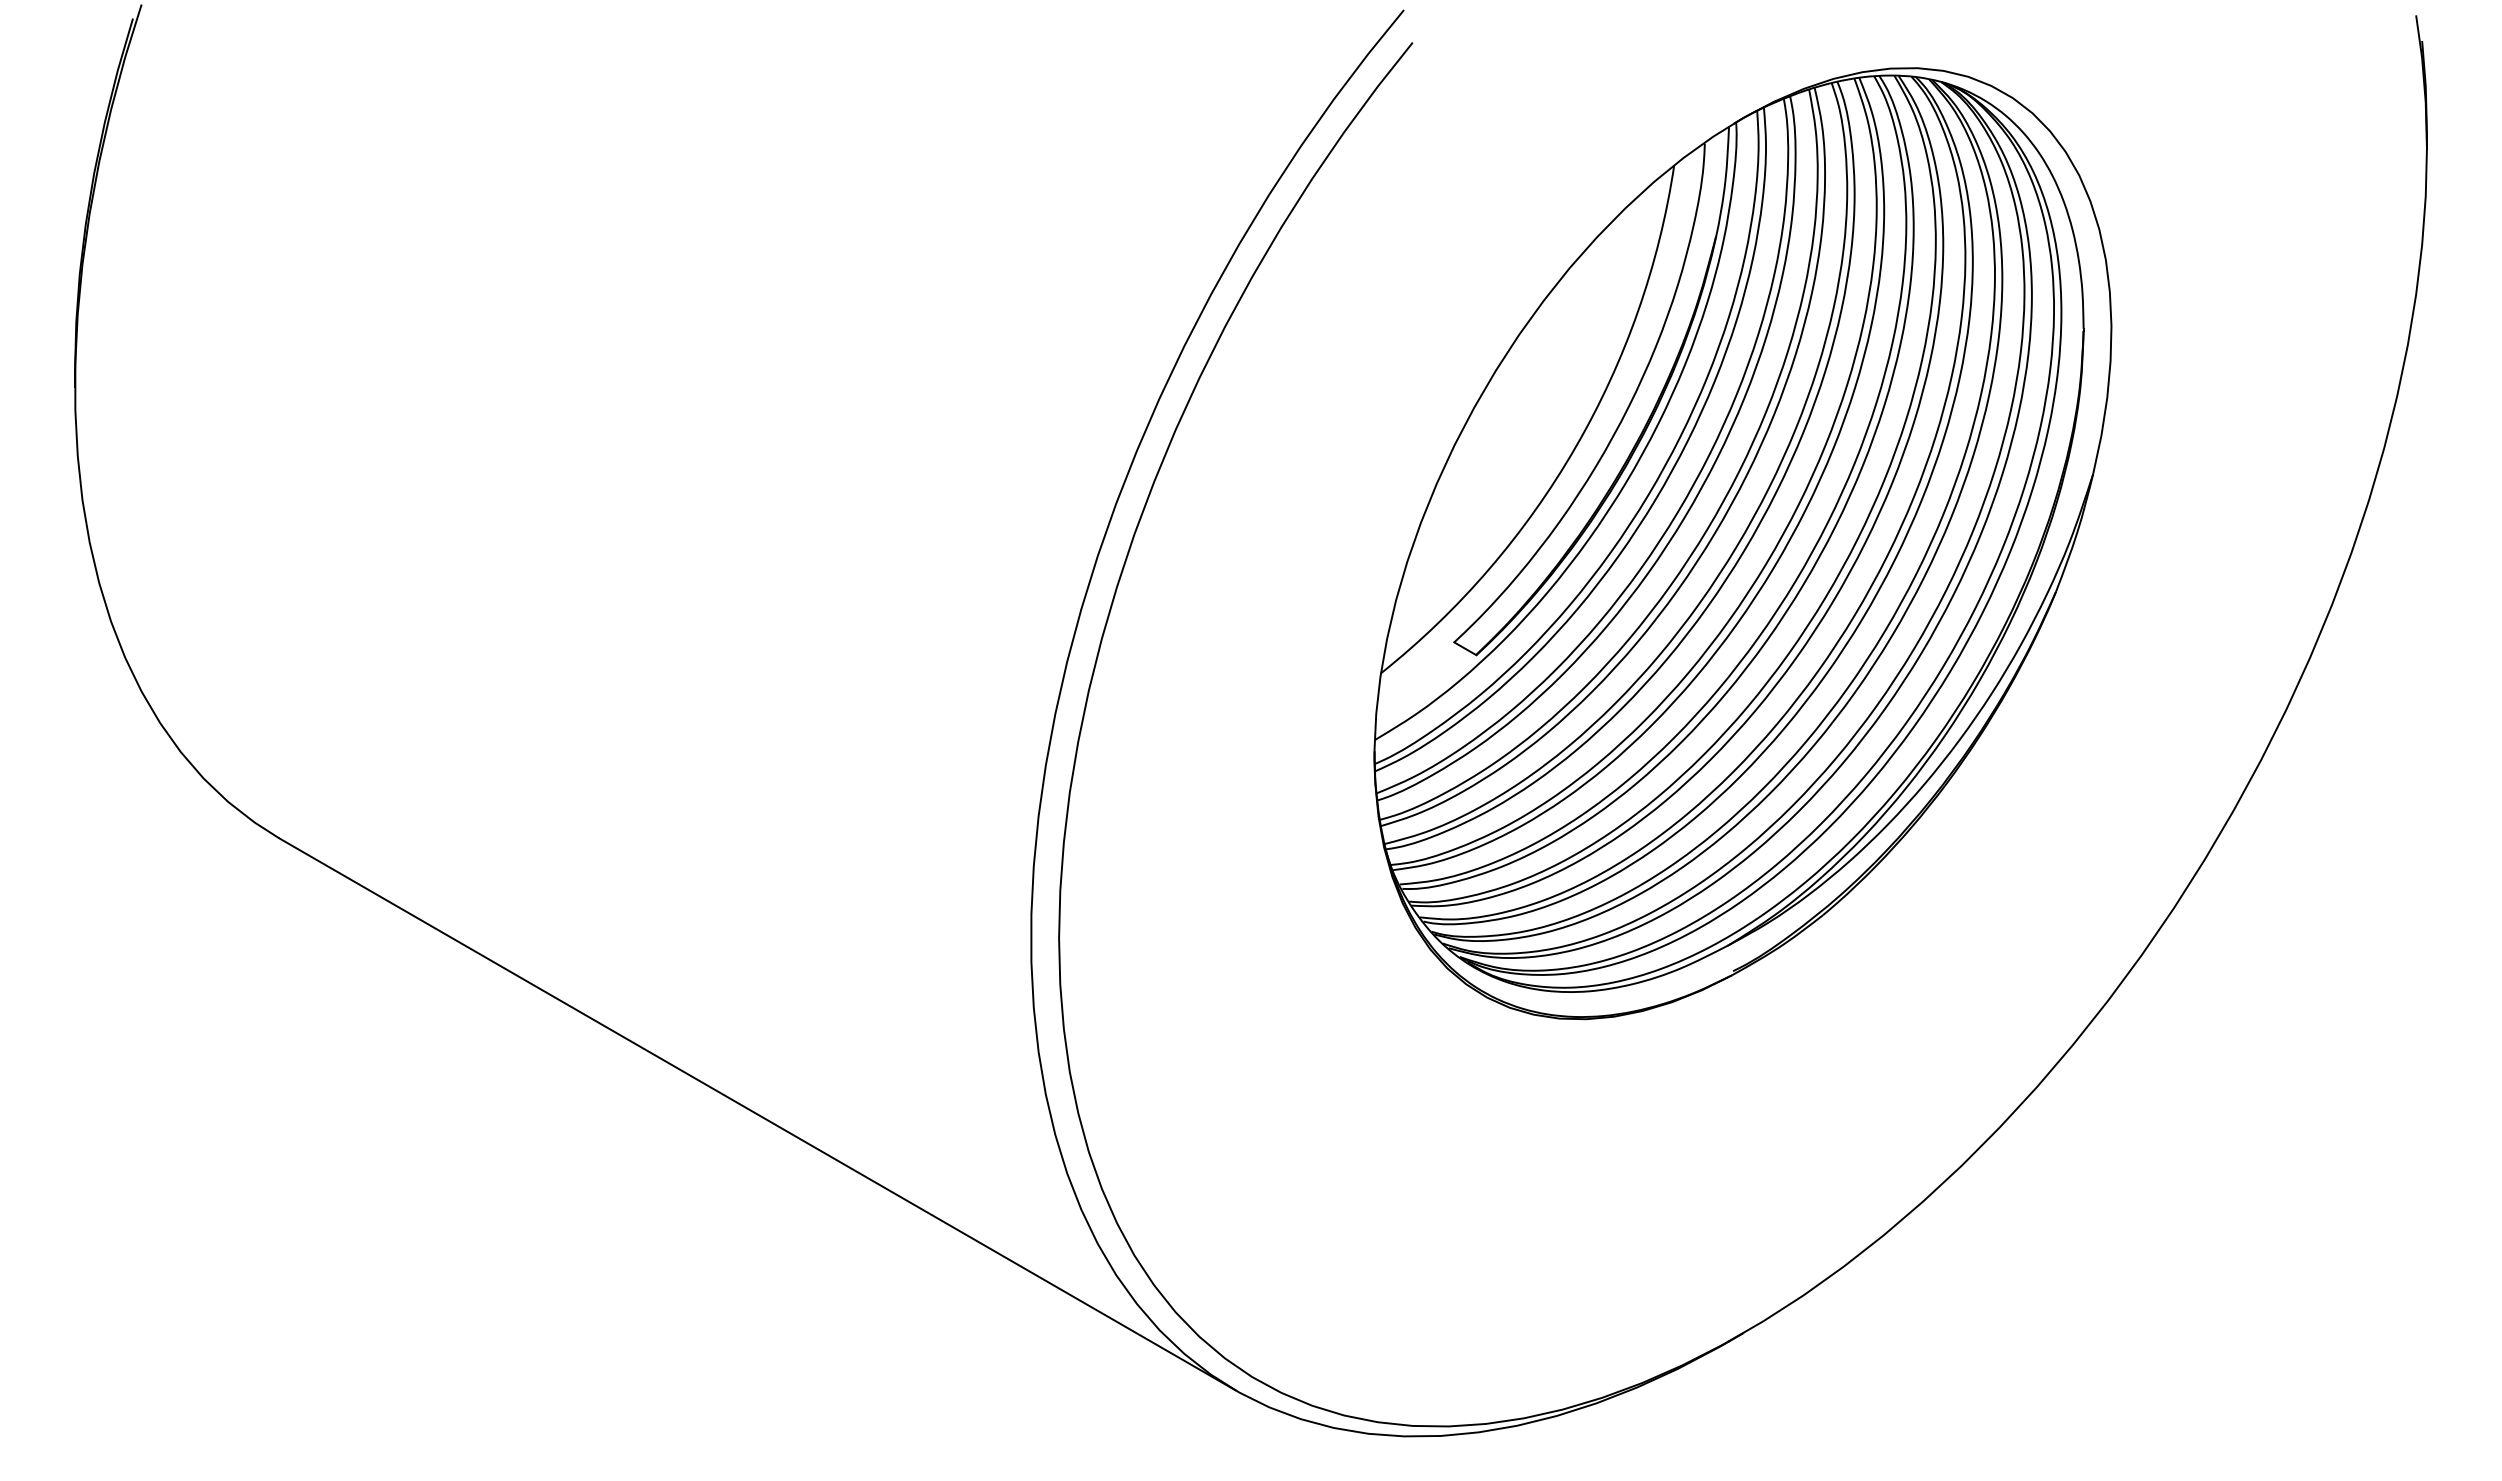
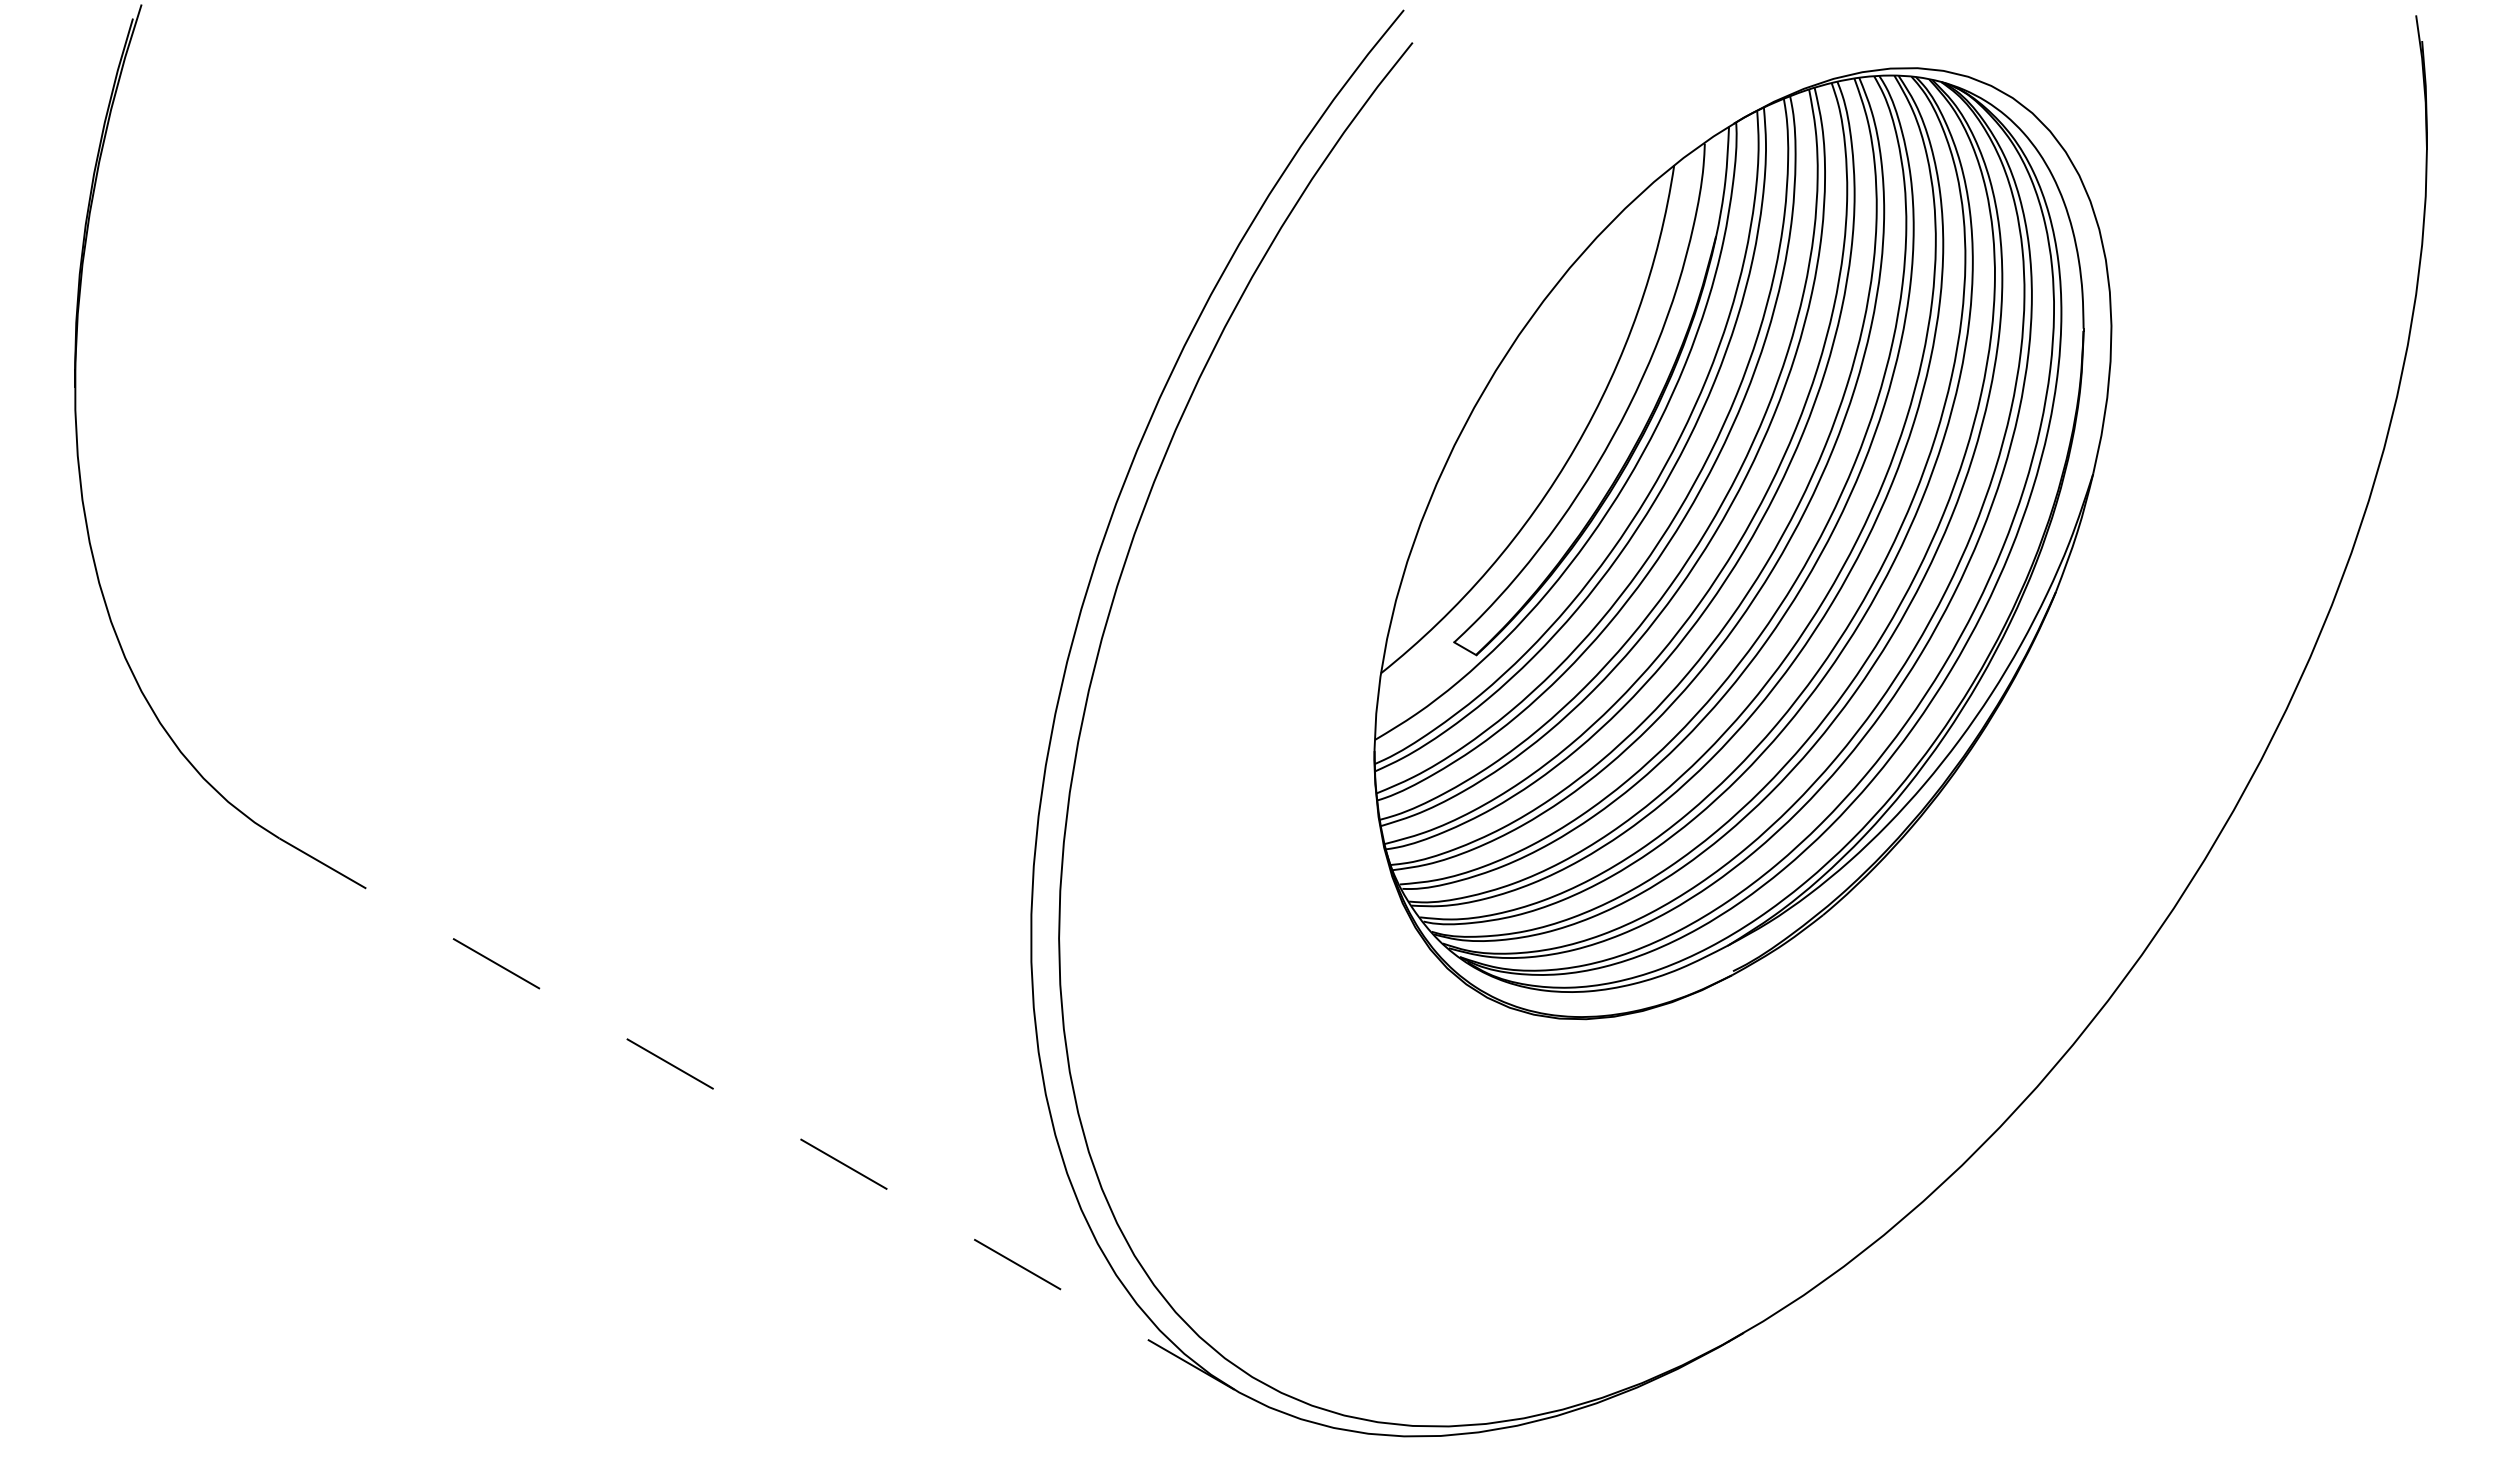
line at (757, 1114): solid -> dashed
